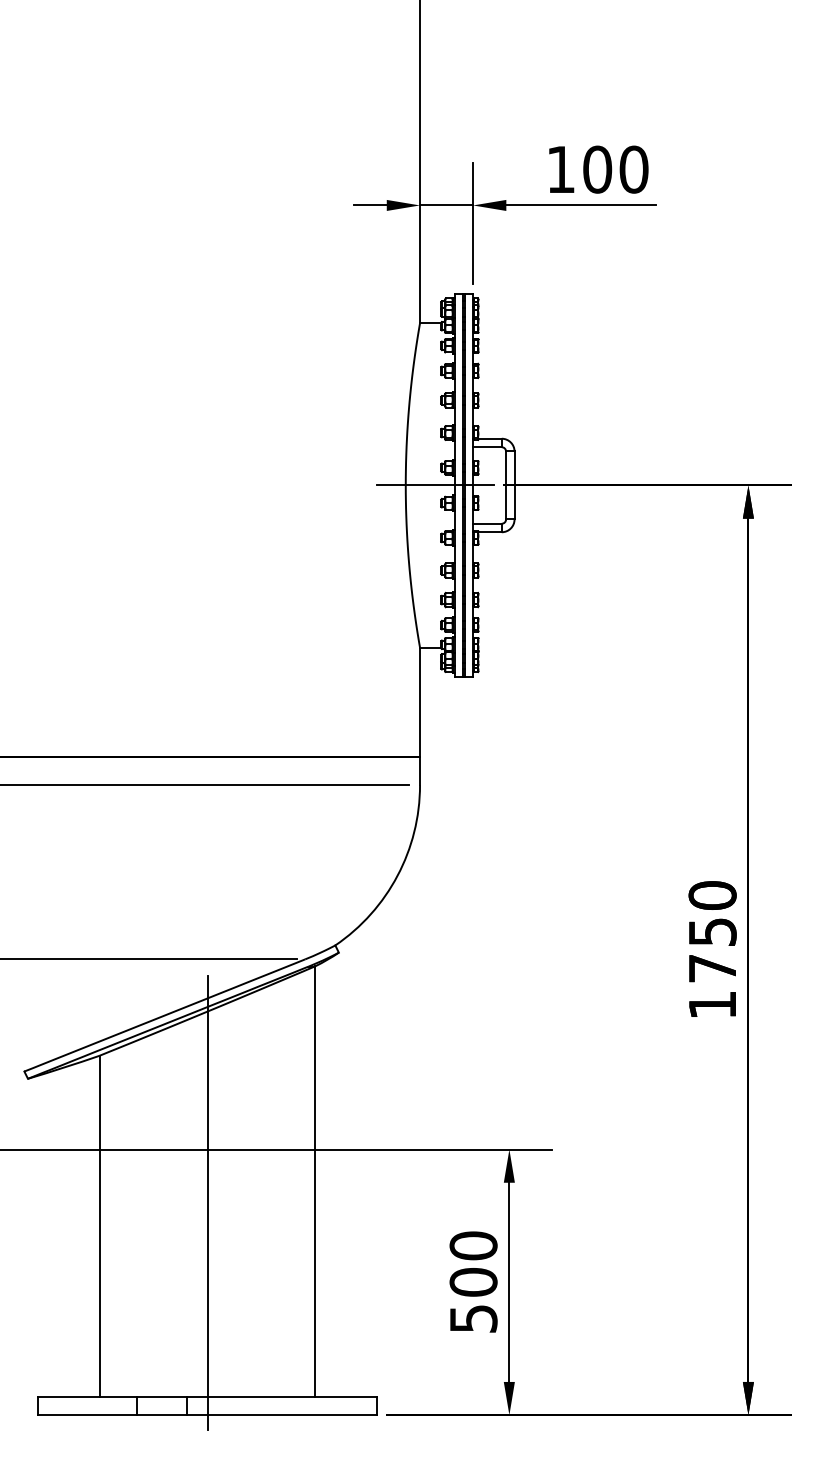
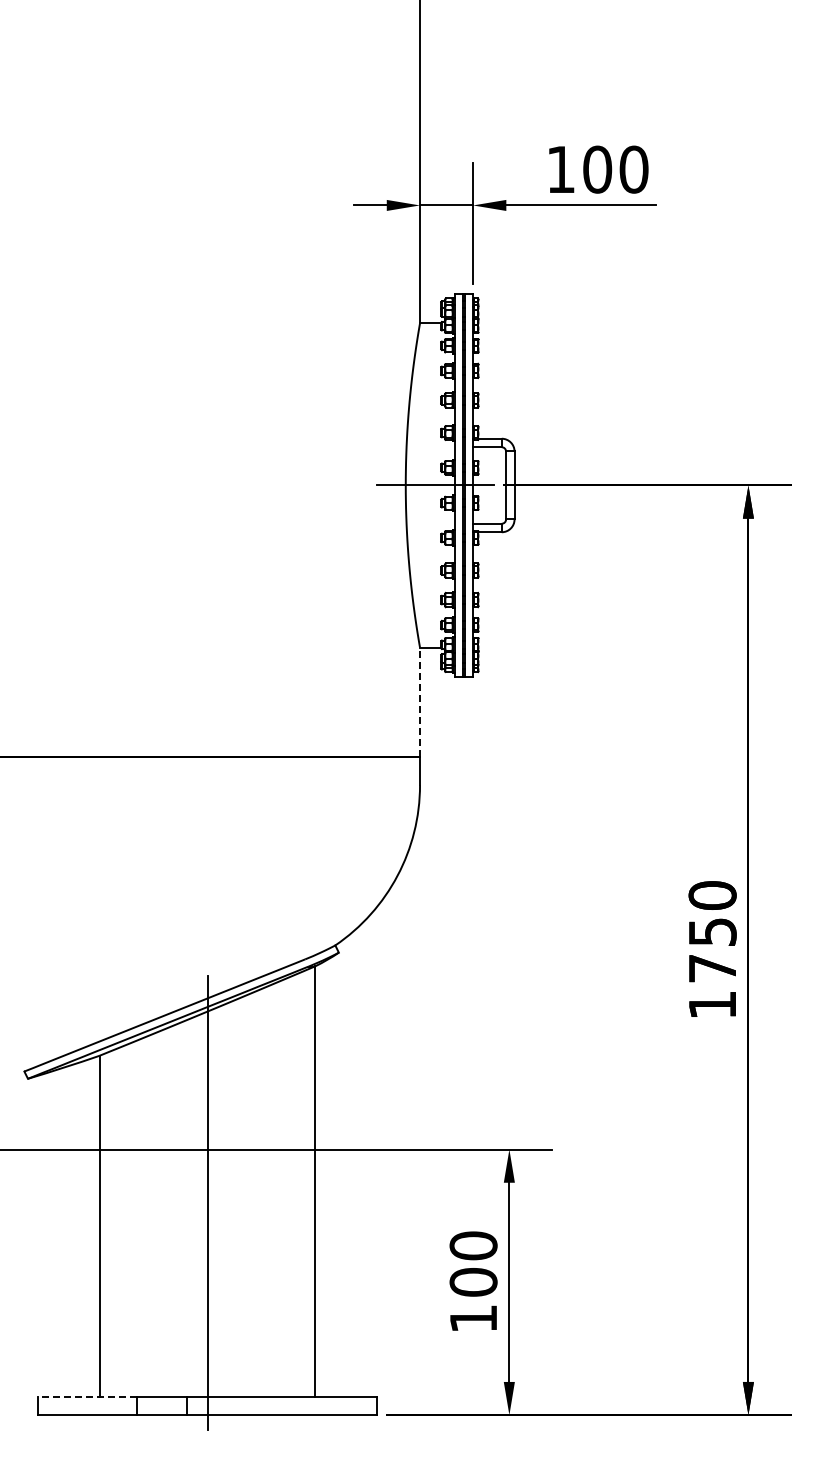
line at (420, 702): solid -> dashed
line at (205, 785): present -> none
line at (149, 959): present -> none
text at (473, 1318): 500 -> 100
line at (87, 1396): solid -> dashed
